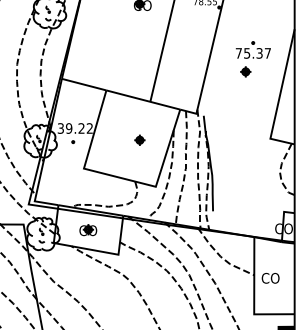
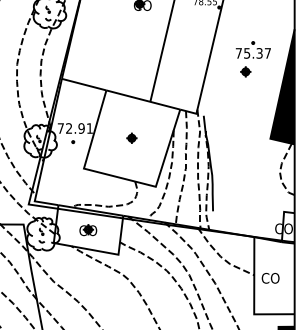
fill at (282, 86): none -> present
text at (74, 128): 39.22 -> 72.91
part at (139, 139) position: (139, 139) -> (131, 137)
